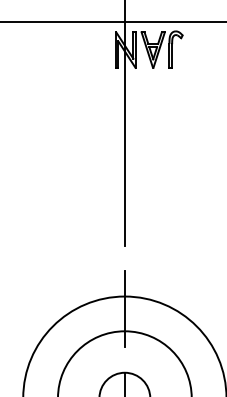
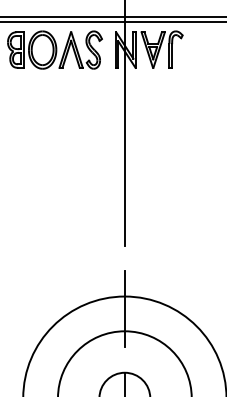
line at (112, 17): none -> present
part at (54, 49): none -> present
